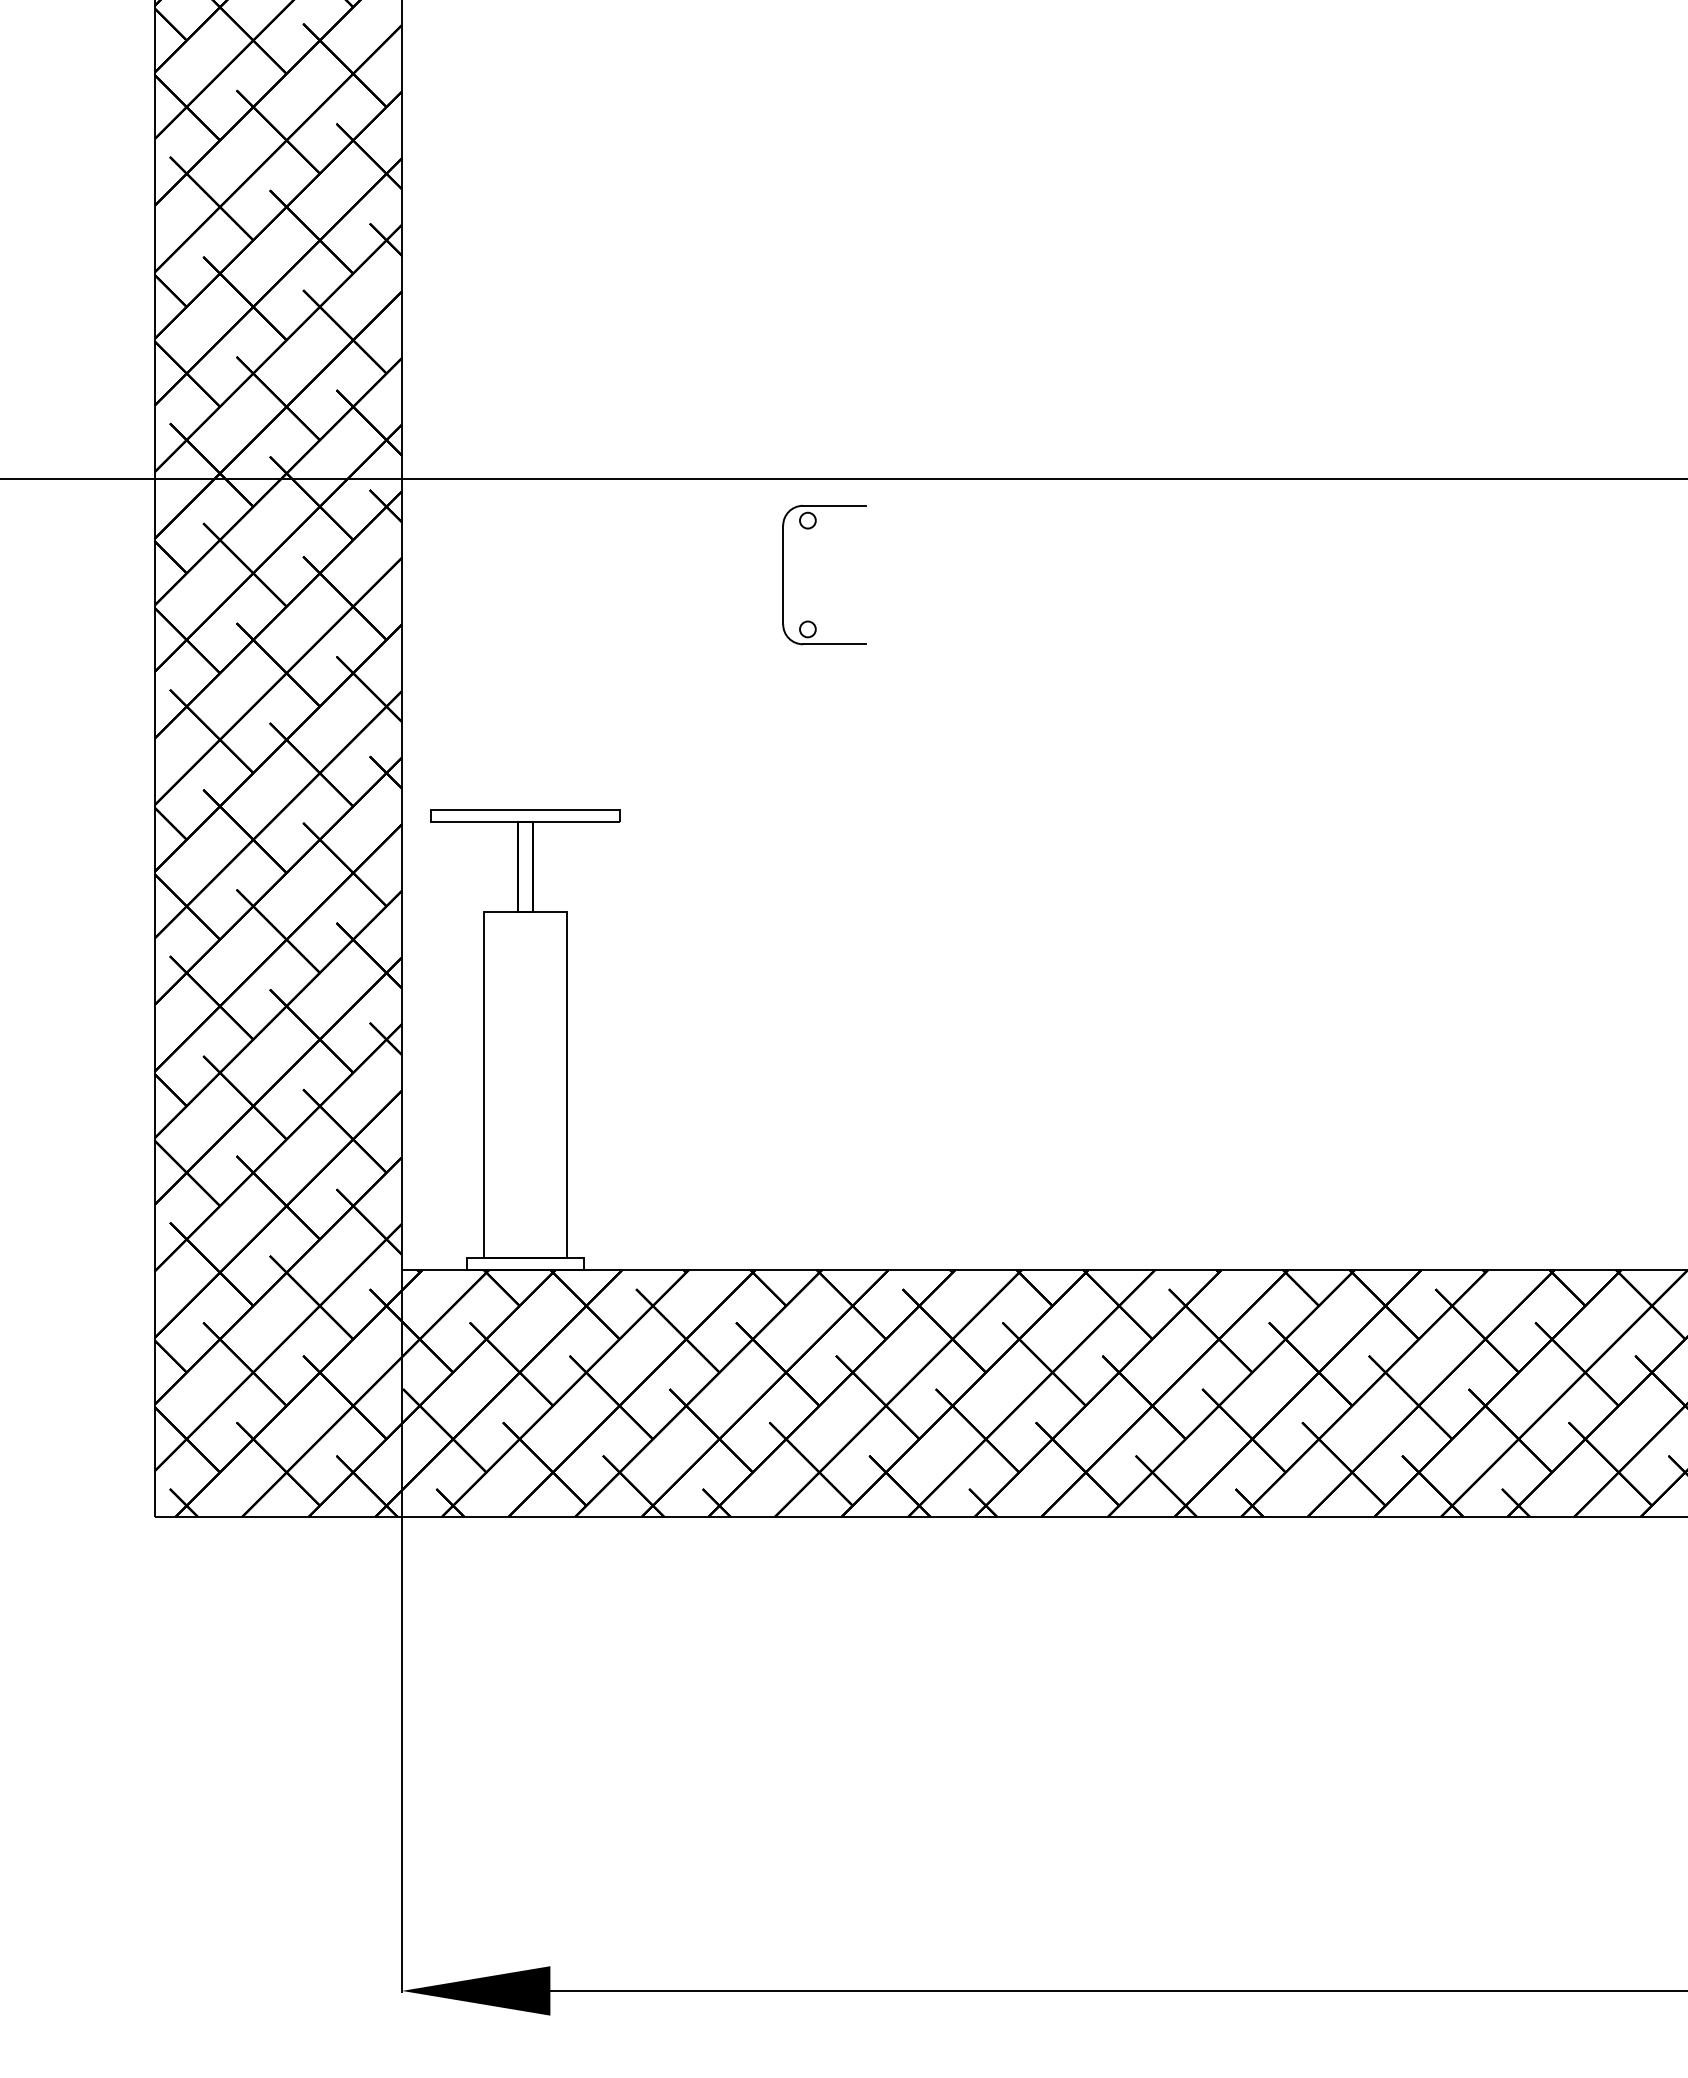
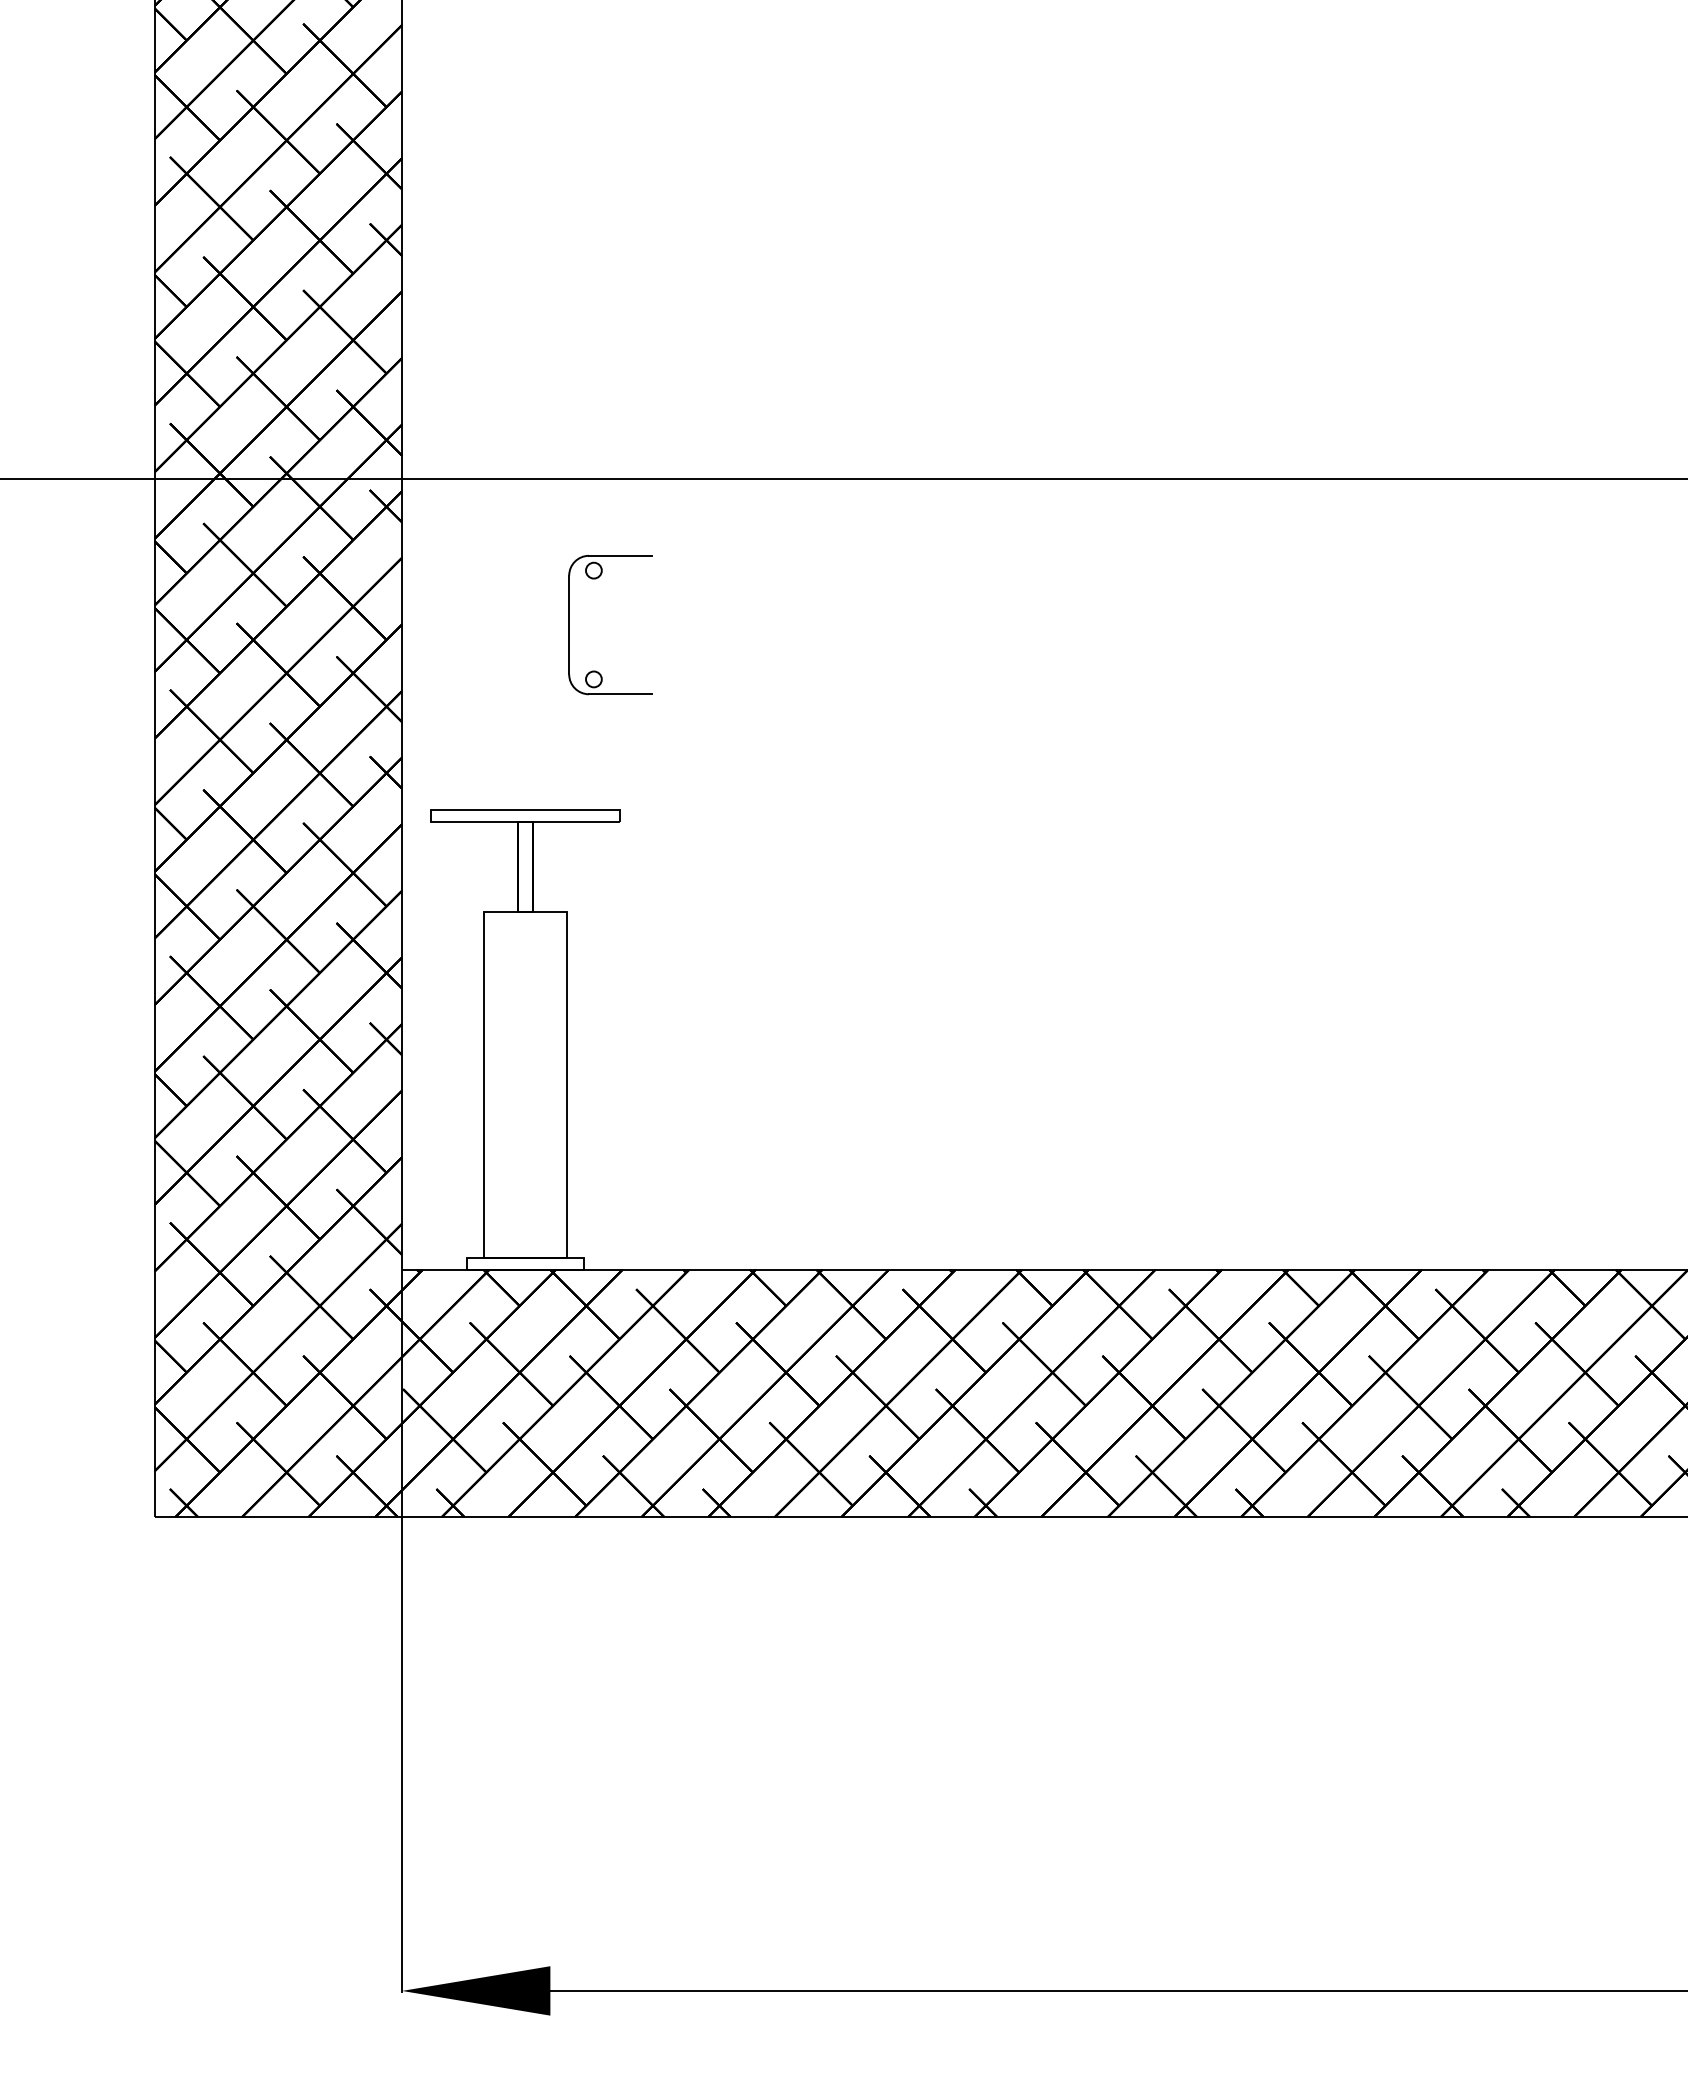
part at (783, 575) position: (783, 575) -> (569, 625)
